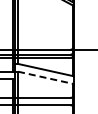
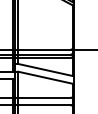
line at (45, 77): dashed -> solid
